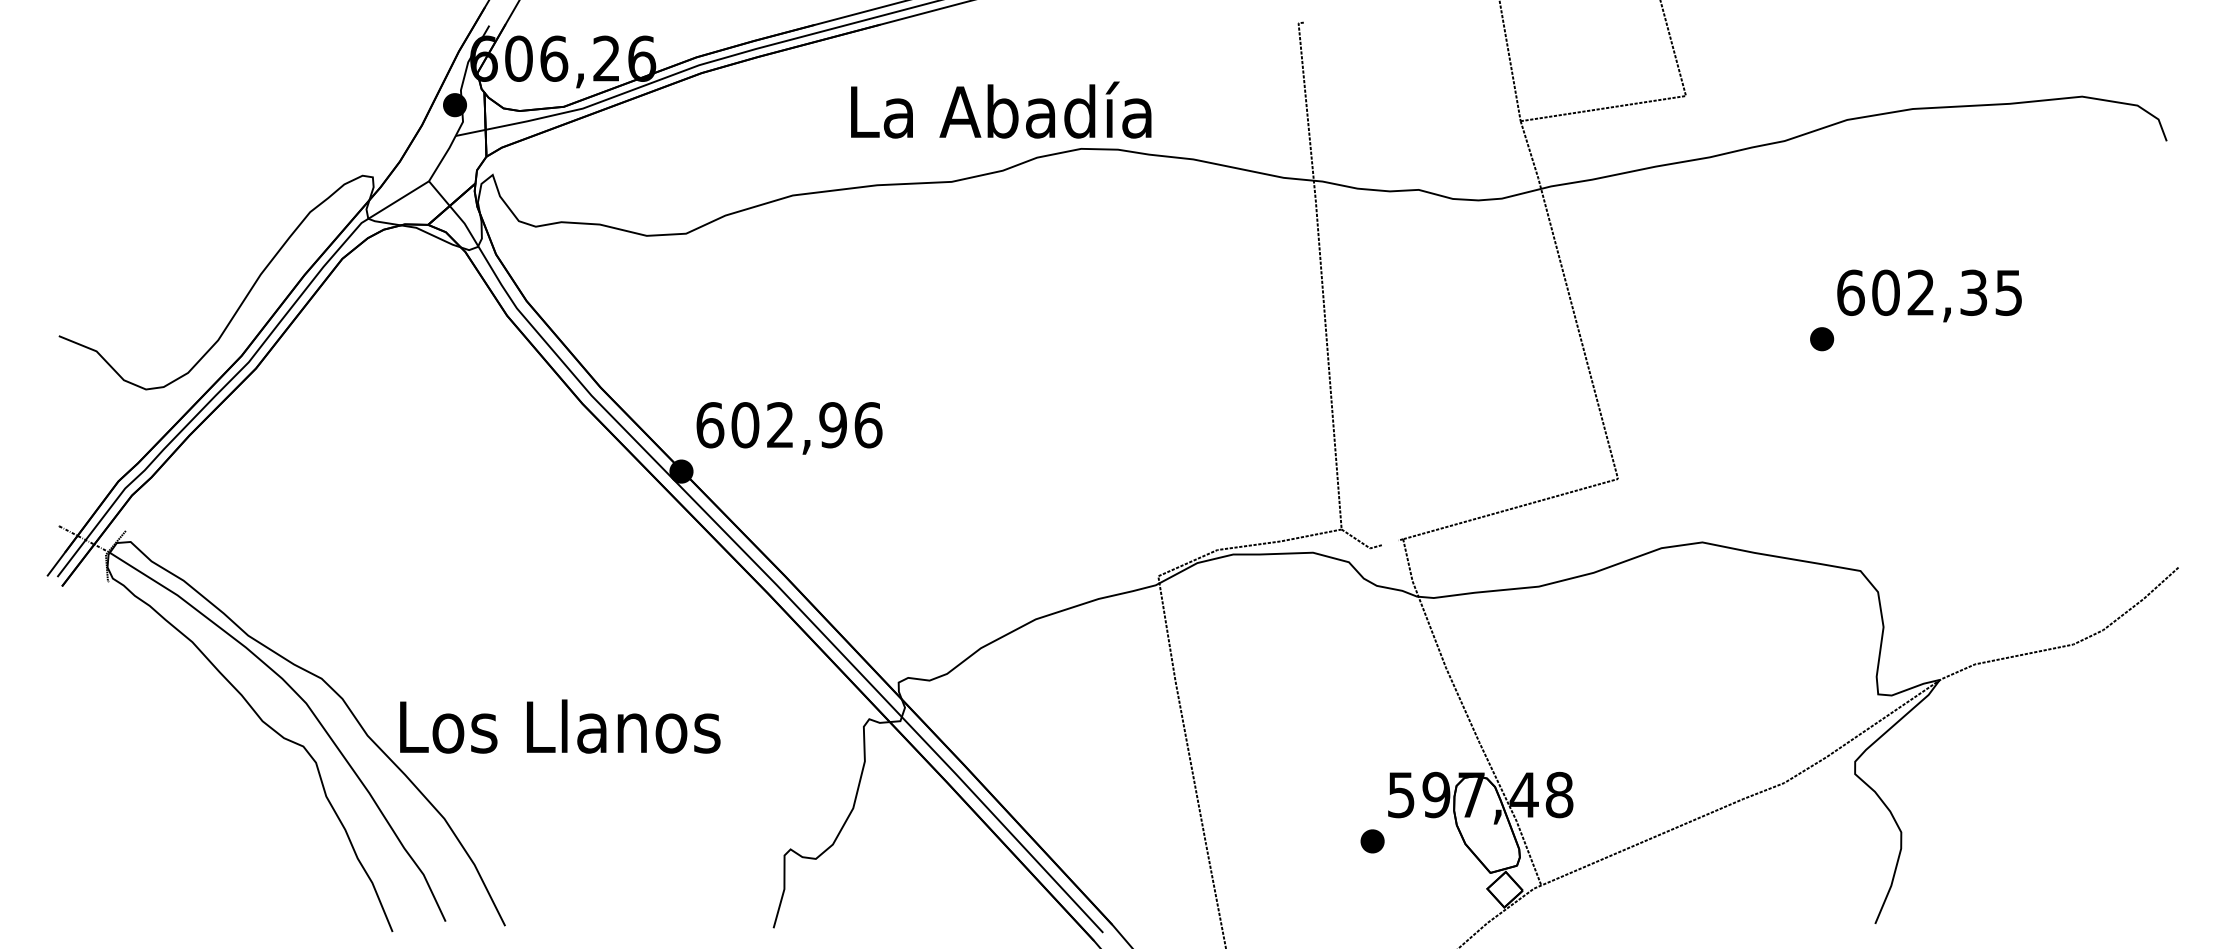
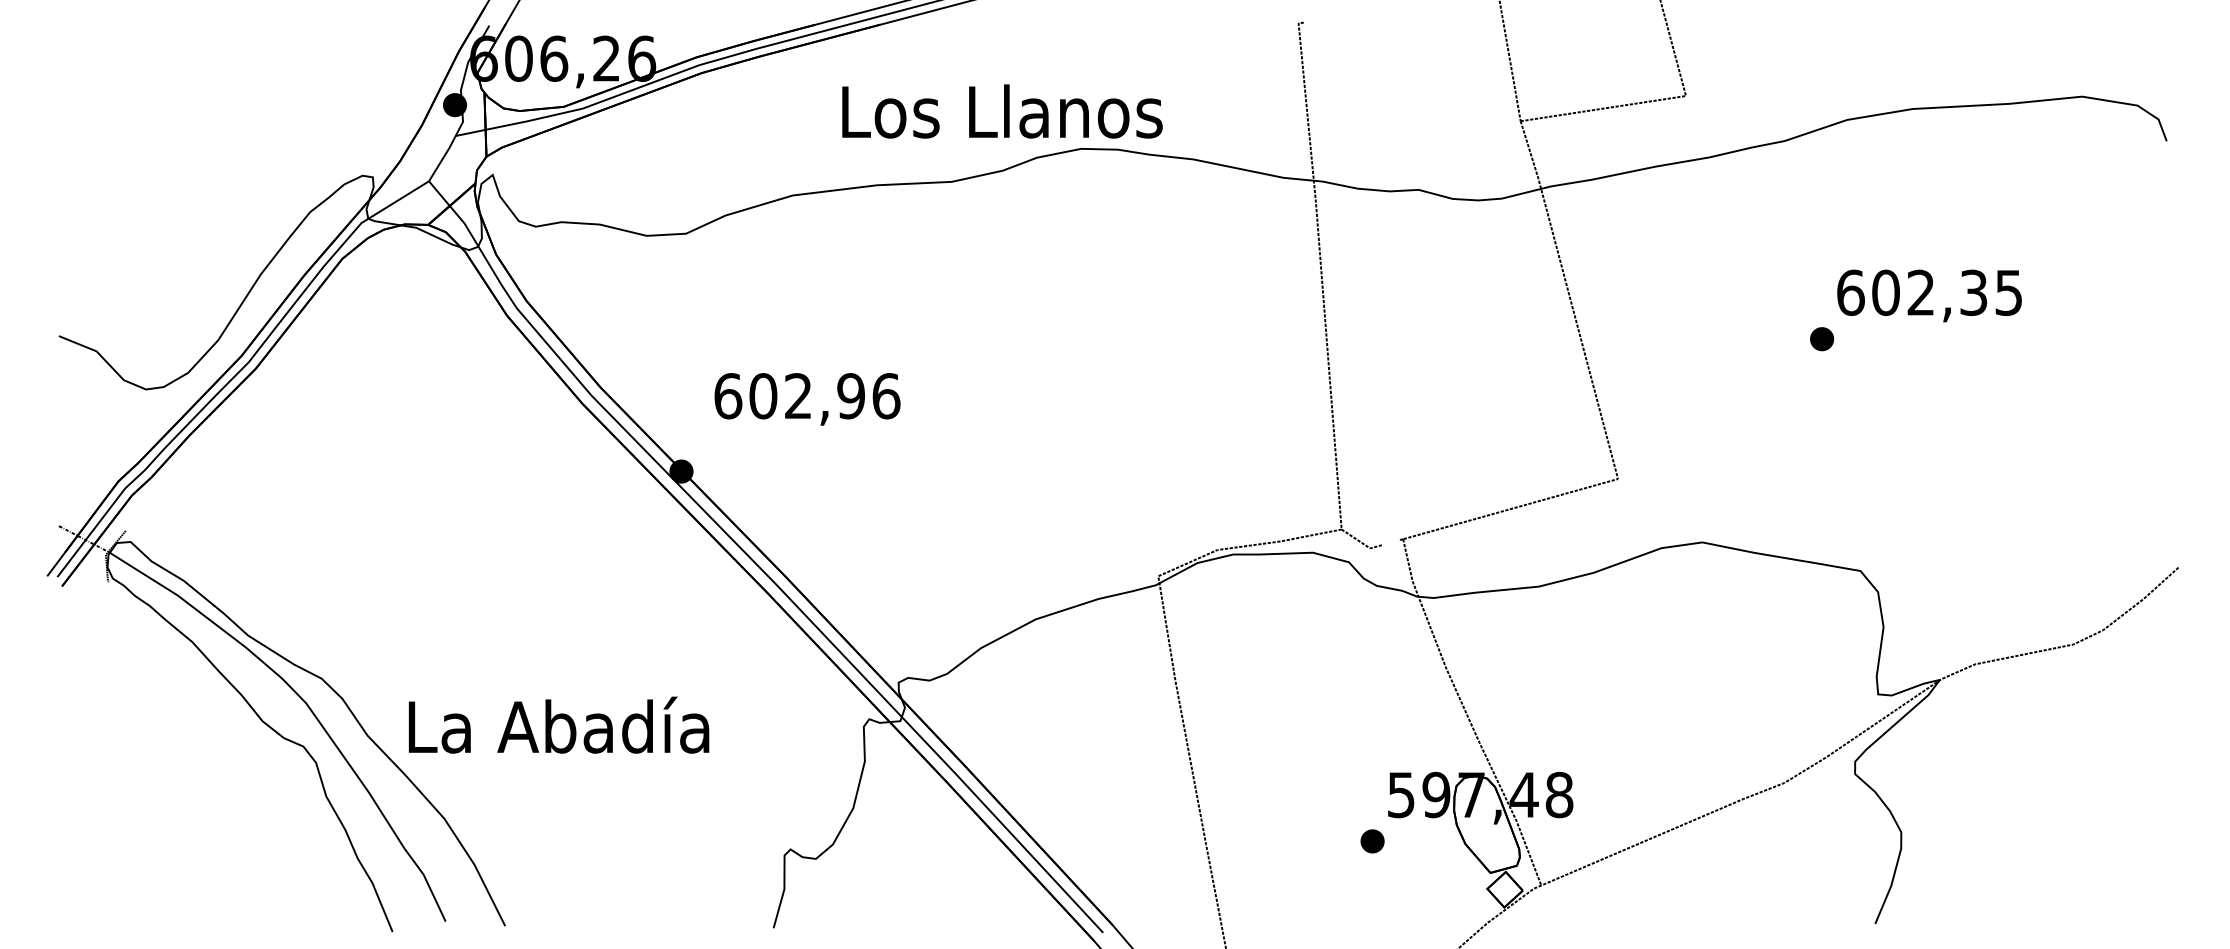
text at (1002, 109): La Abadía -> Los Llanos
text at (789, 428) position: (789, 428) -> (807, 399)
text at (560, 724): Los Llanos -> La Abadía
